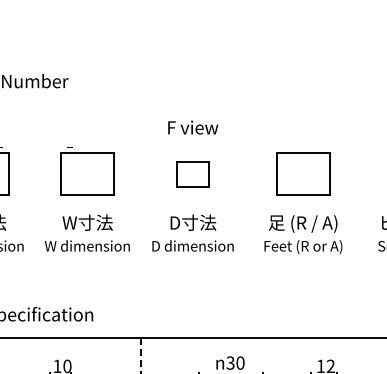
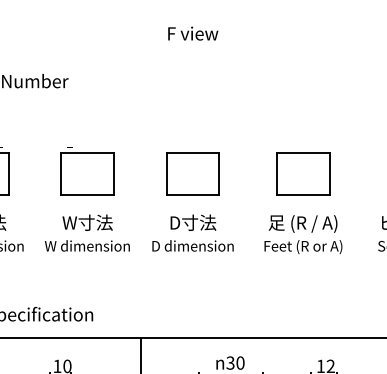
text at (193, 127) position: (193, 127) -> (193, 33)
part at (192, 174) size: 34x27 px -> 54x44 px
line at (141, 355): dashed -> solid
